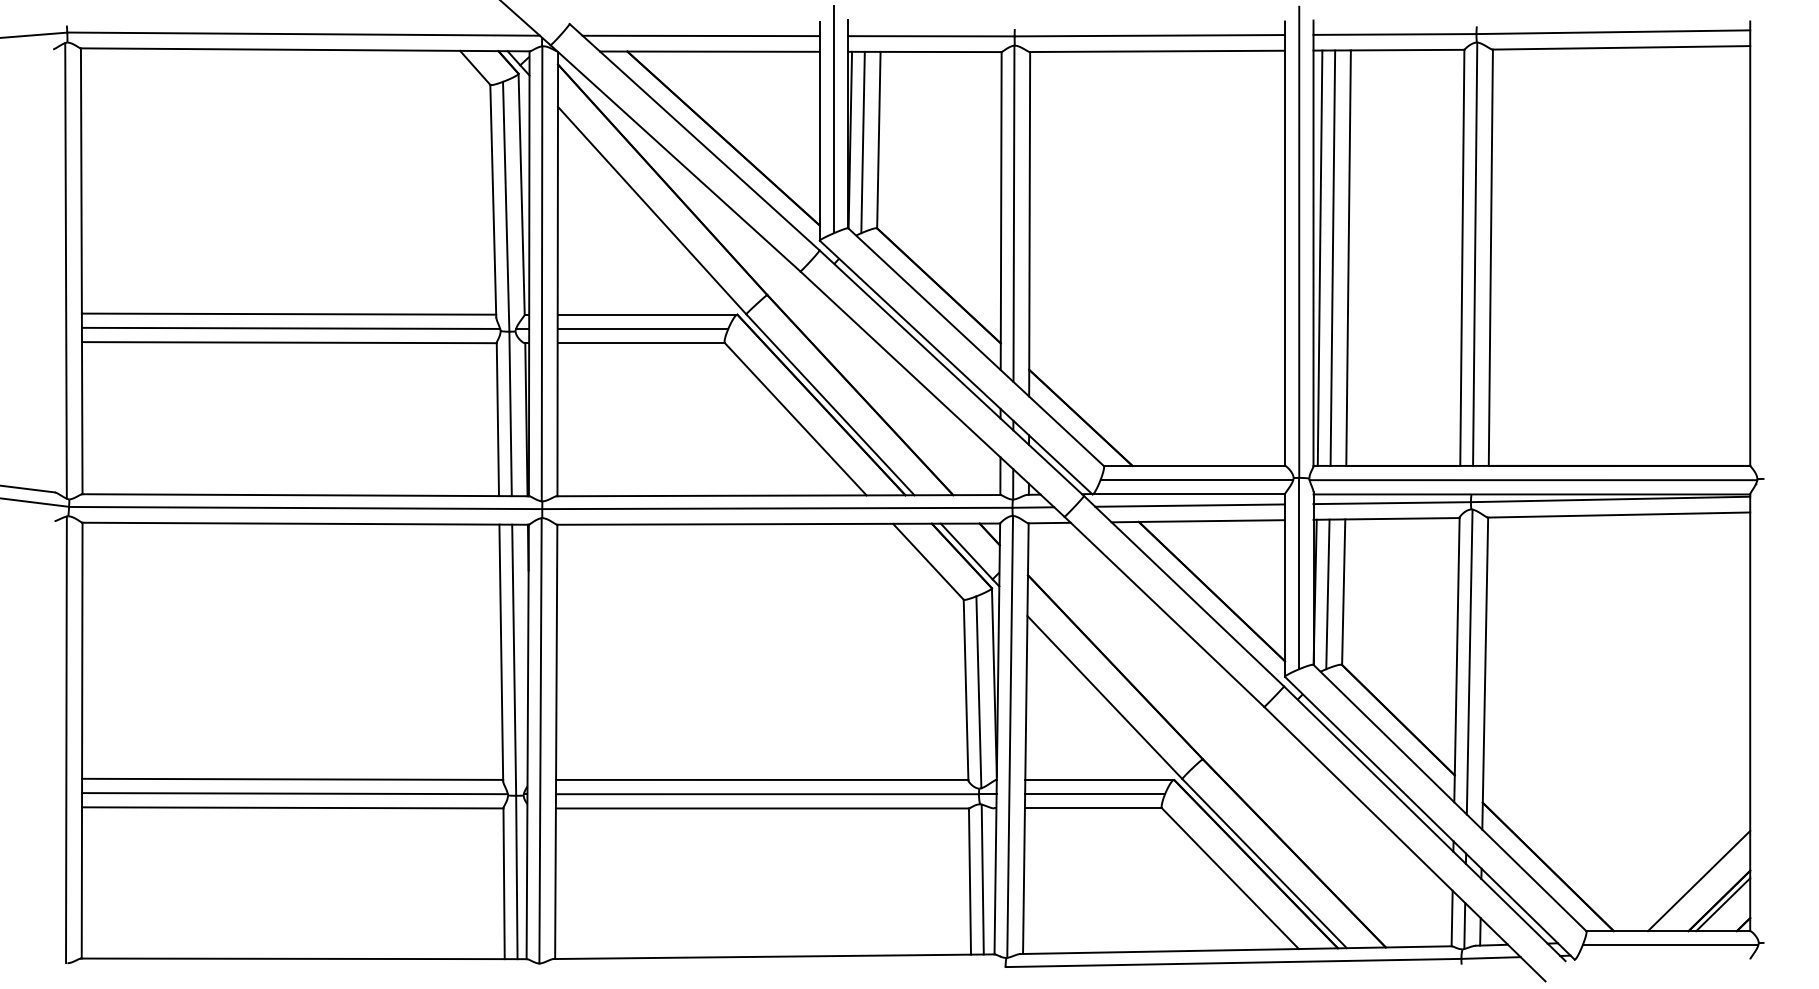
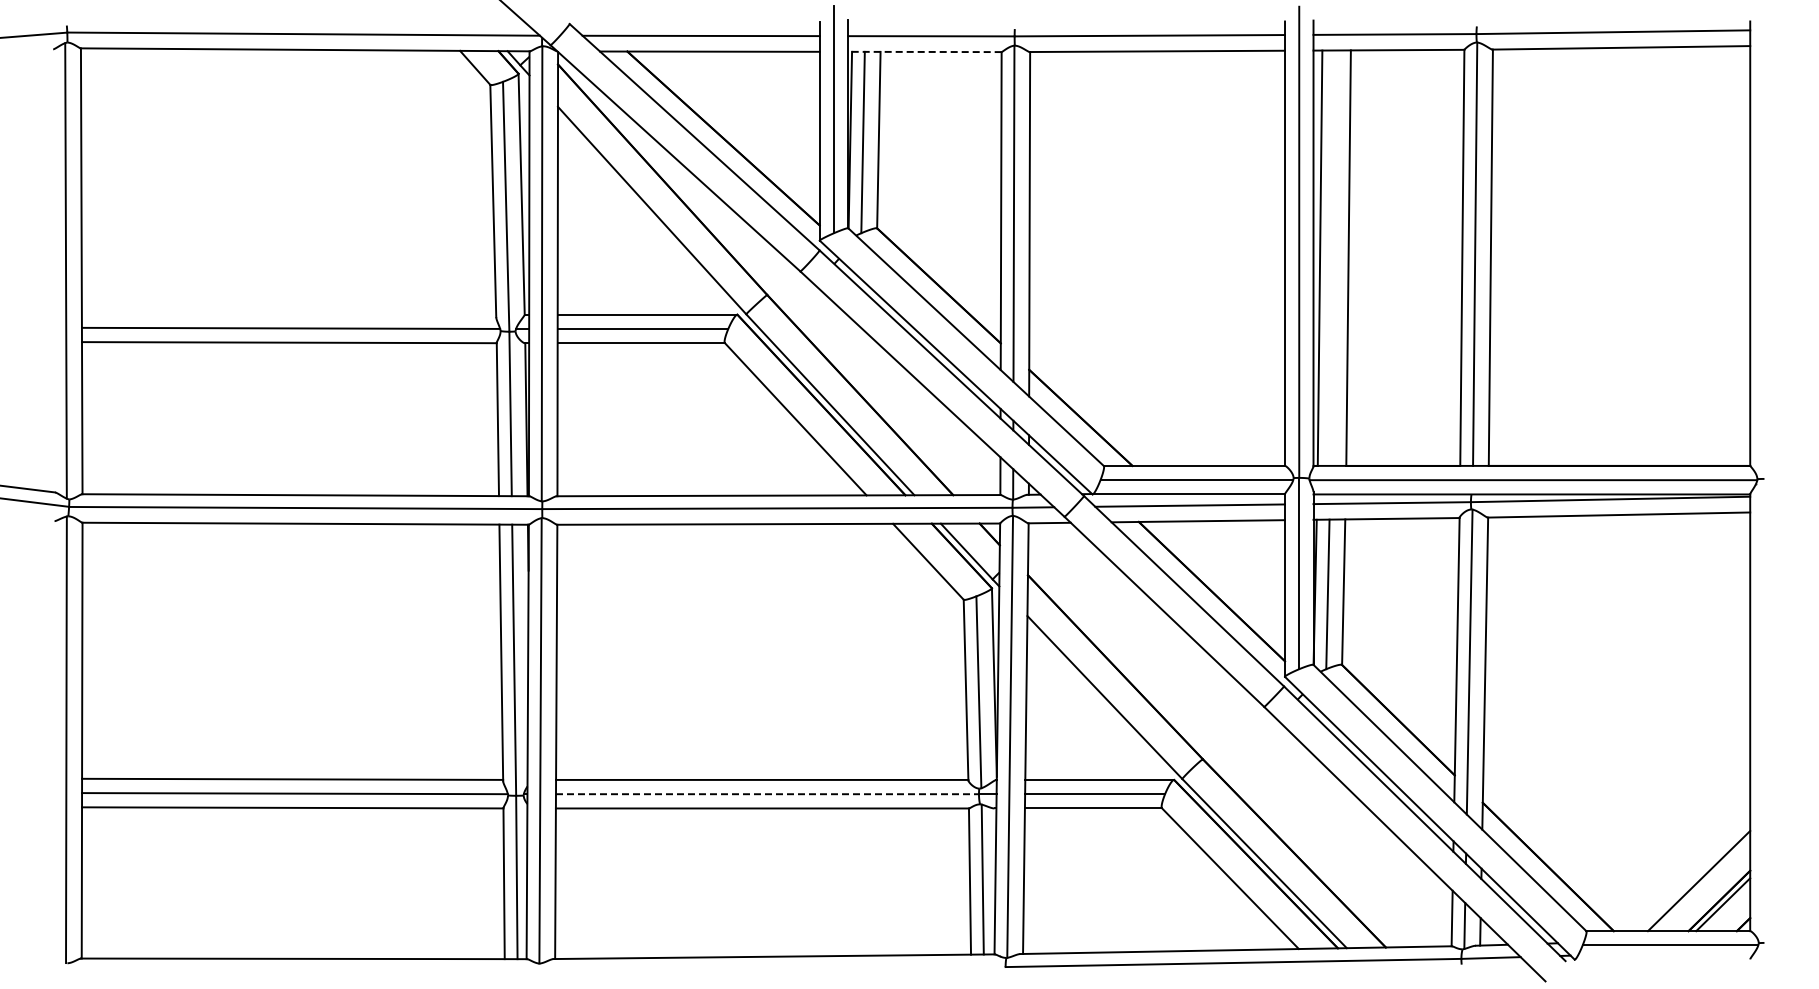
line at (924, 51): solid -> dashed
line at (1332, 257): present -> none
line at (288, 313): present -> none
line at (767, 794): solid -> dashed
